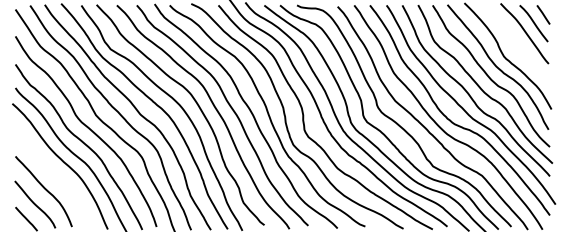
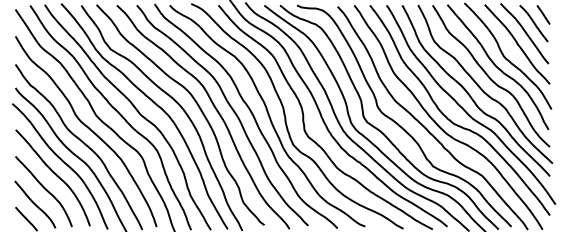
curve at (517, 44): none -> present
curve at (54, 174): none -> present
